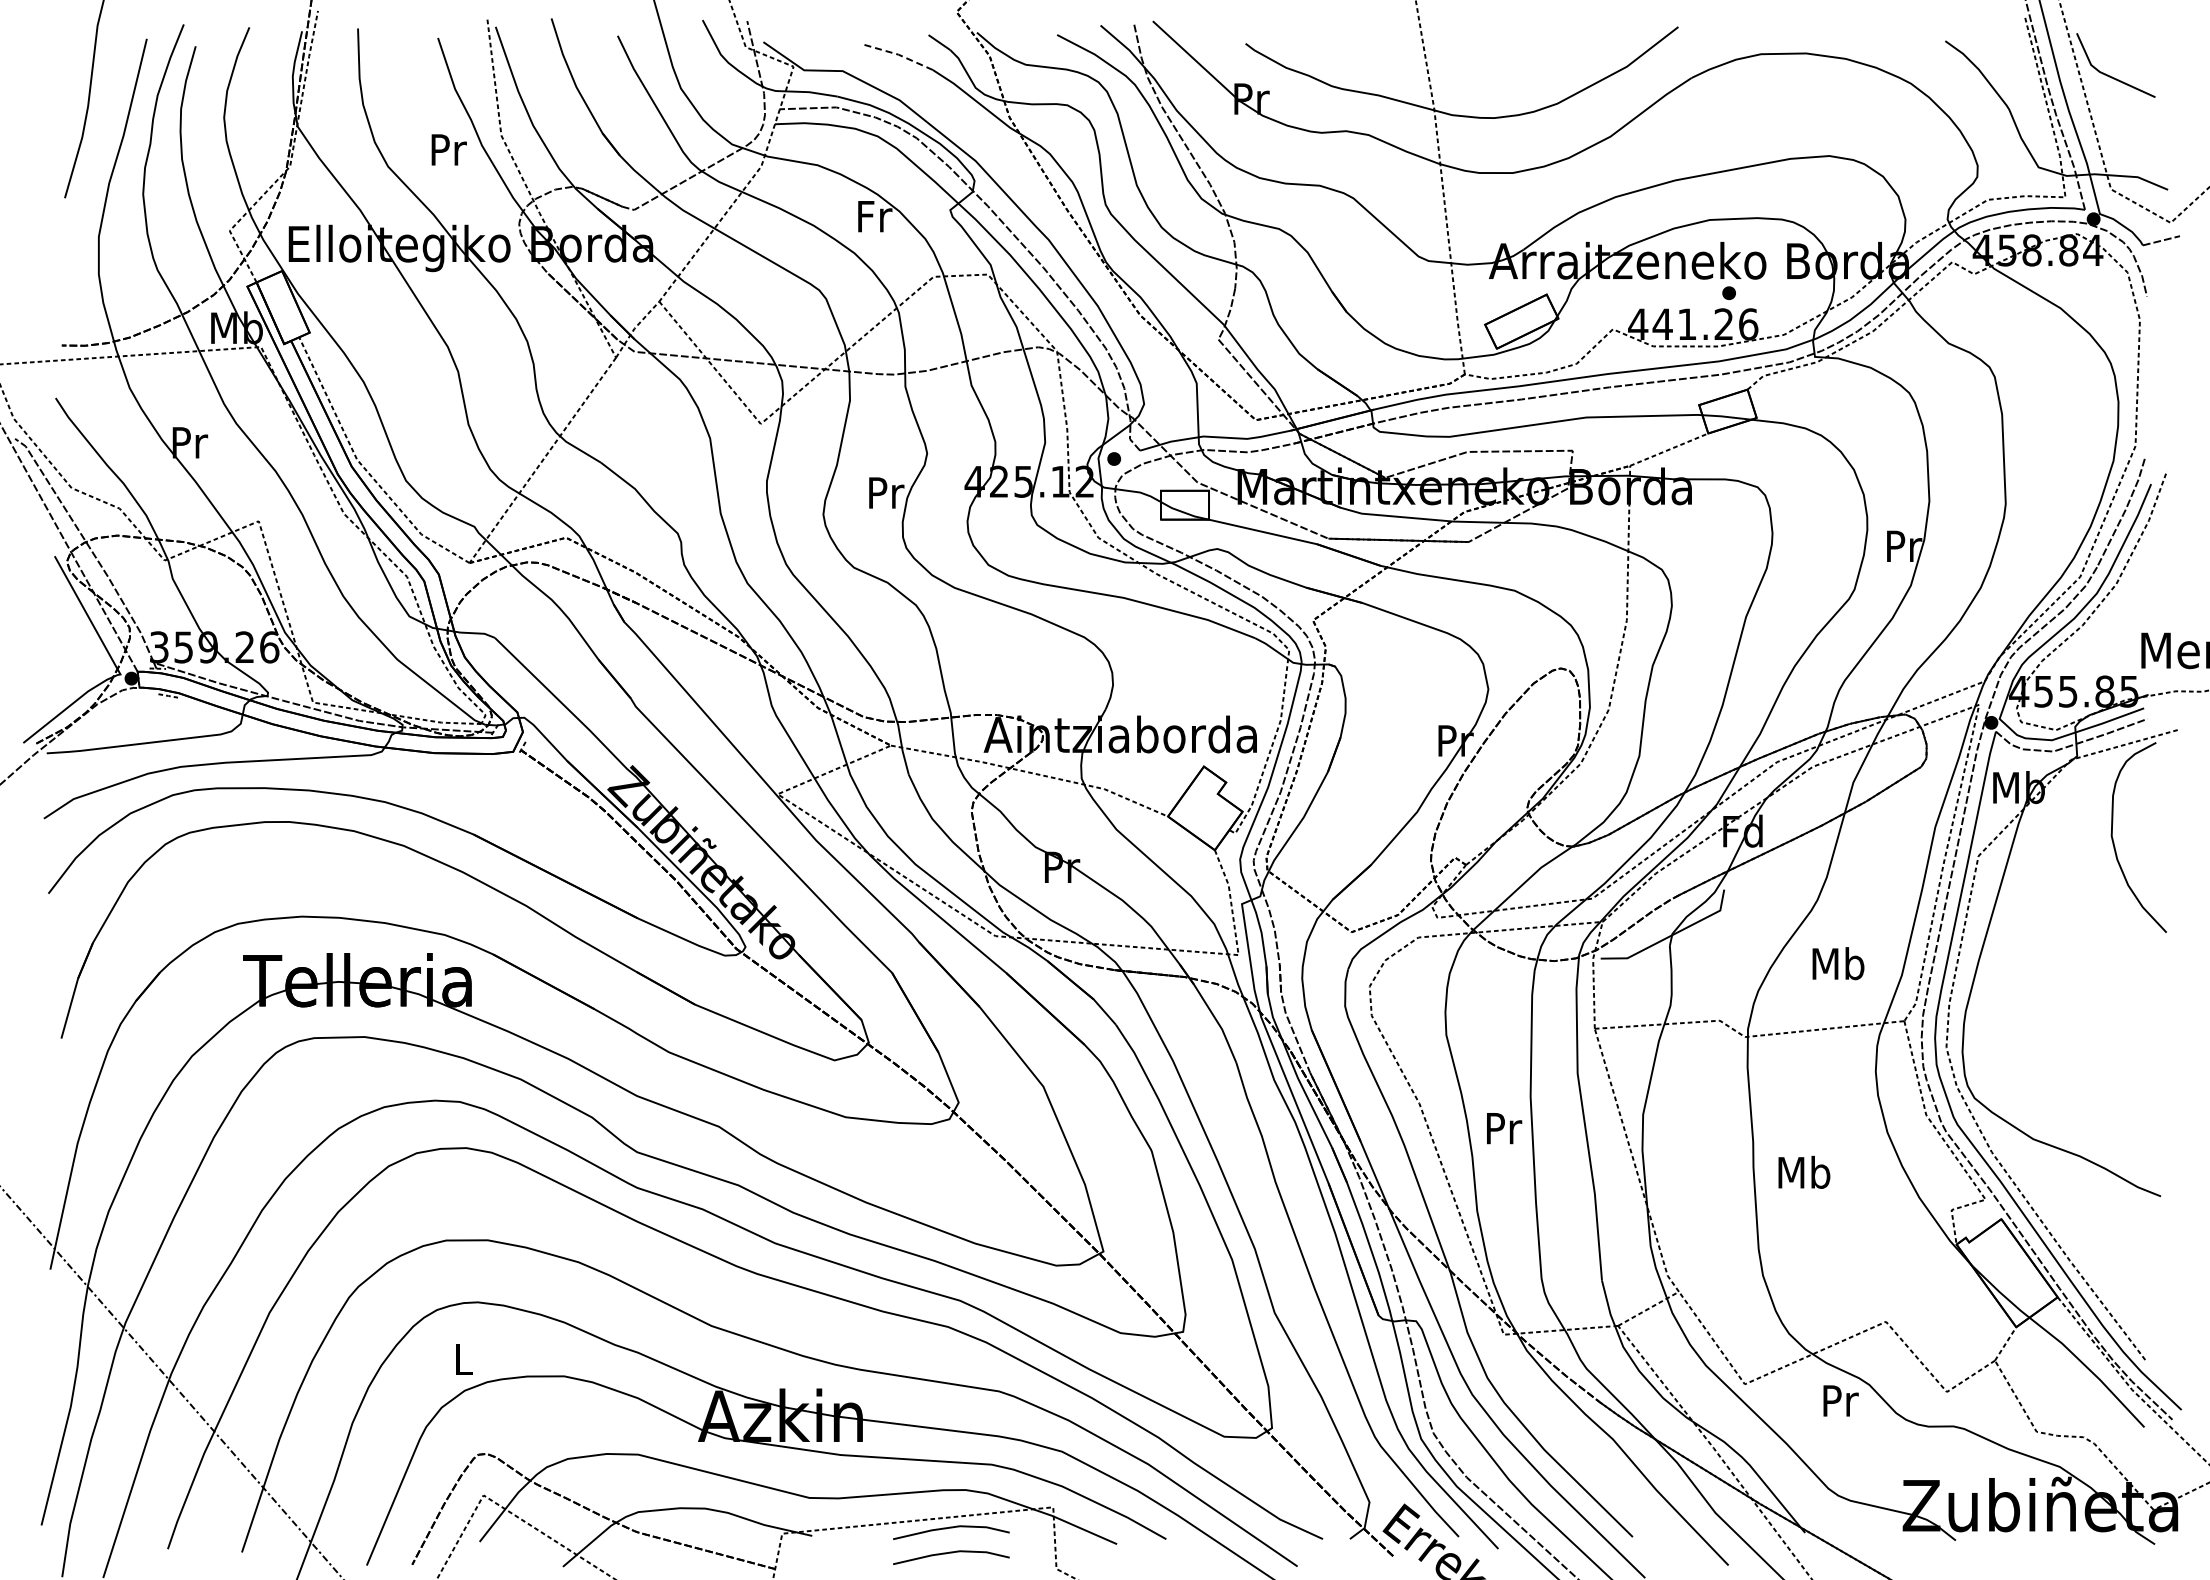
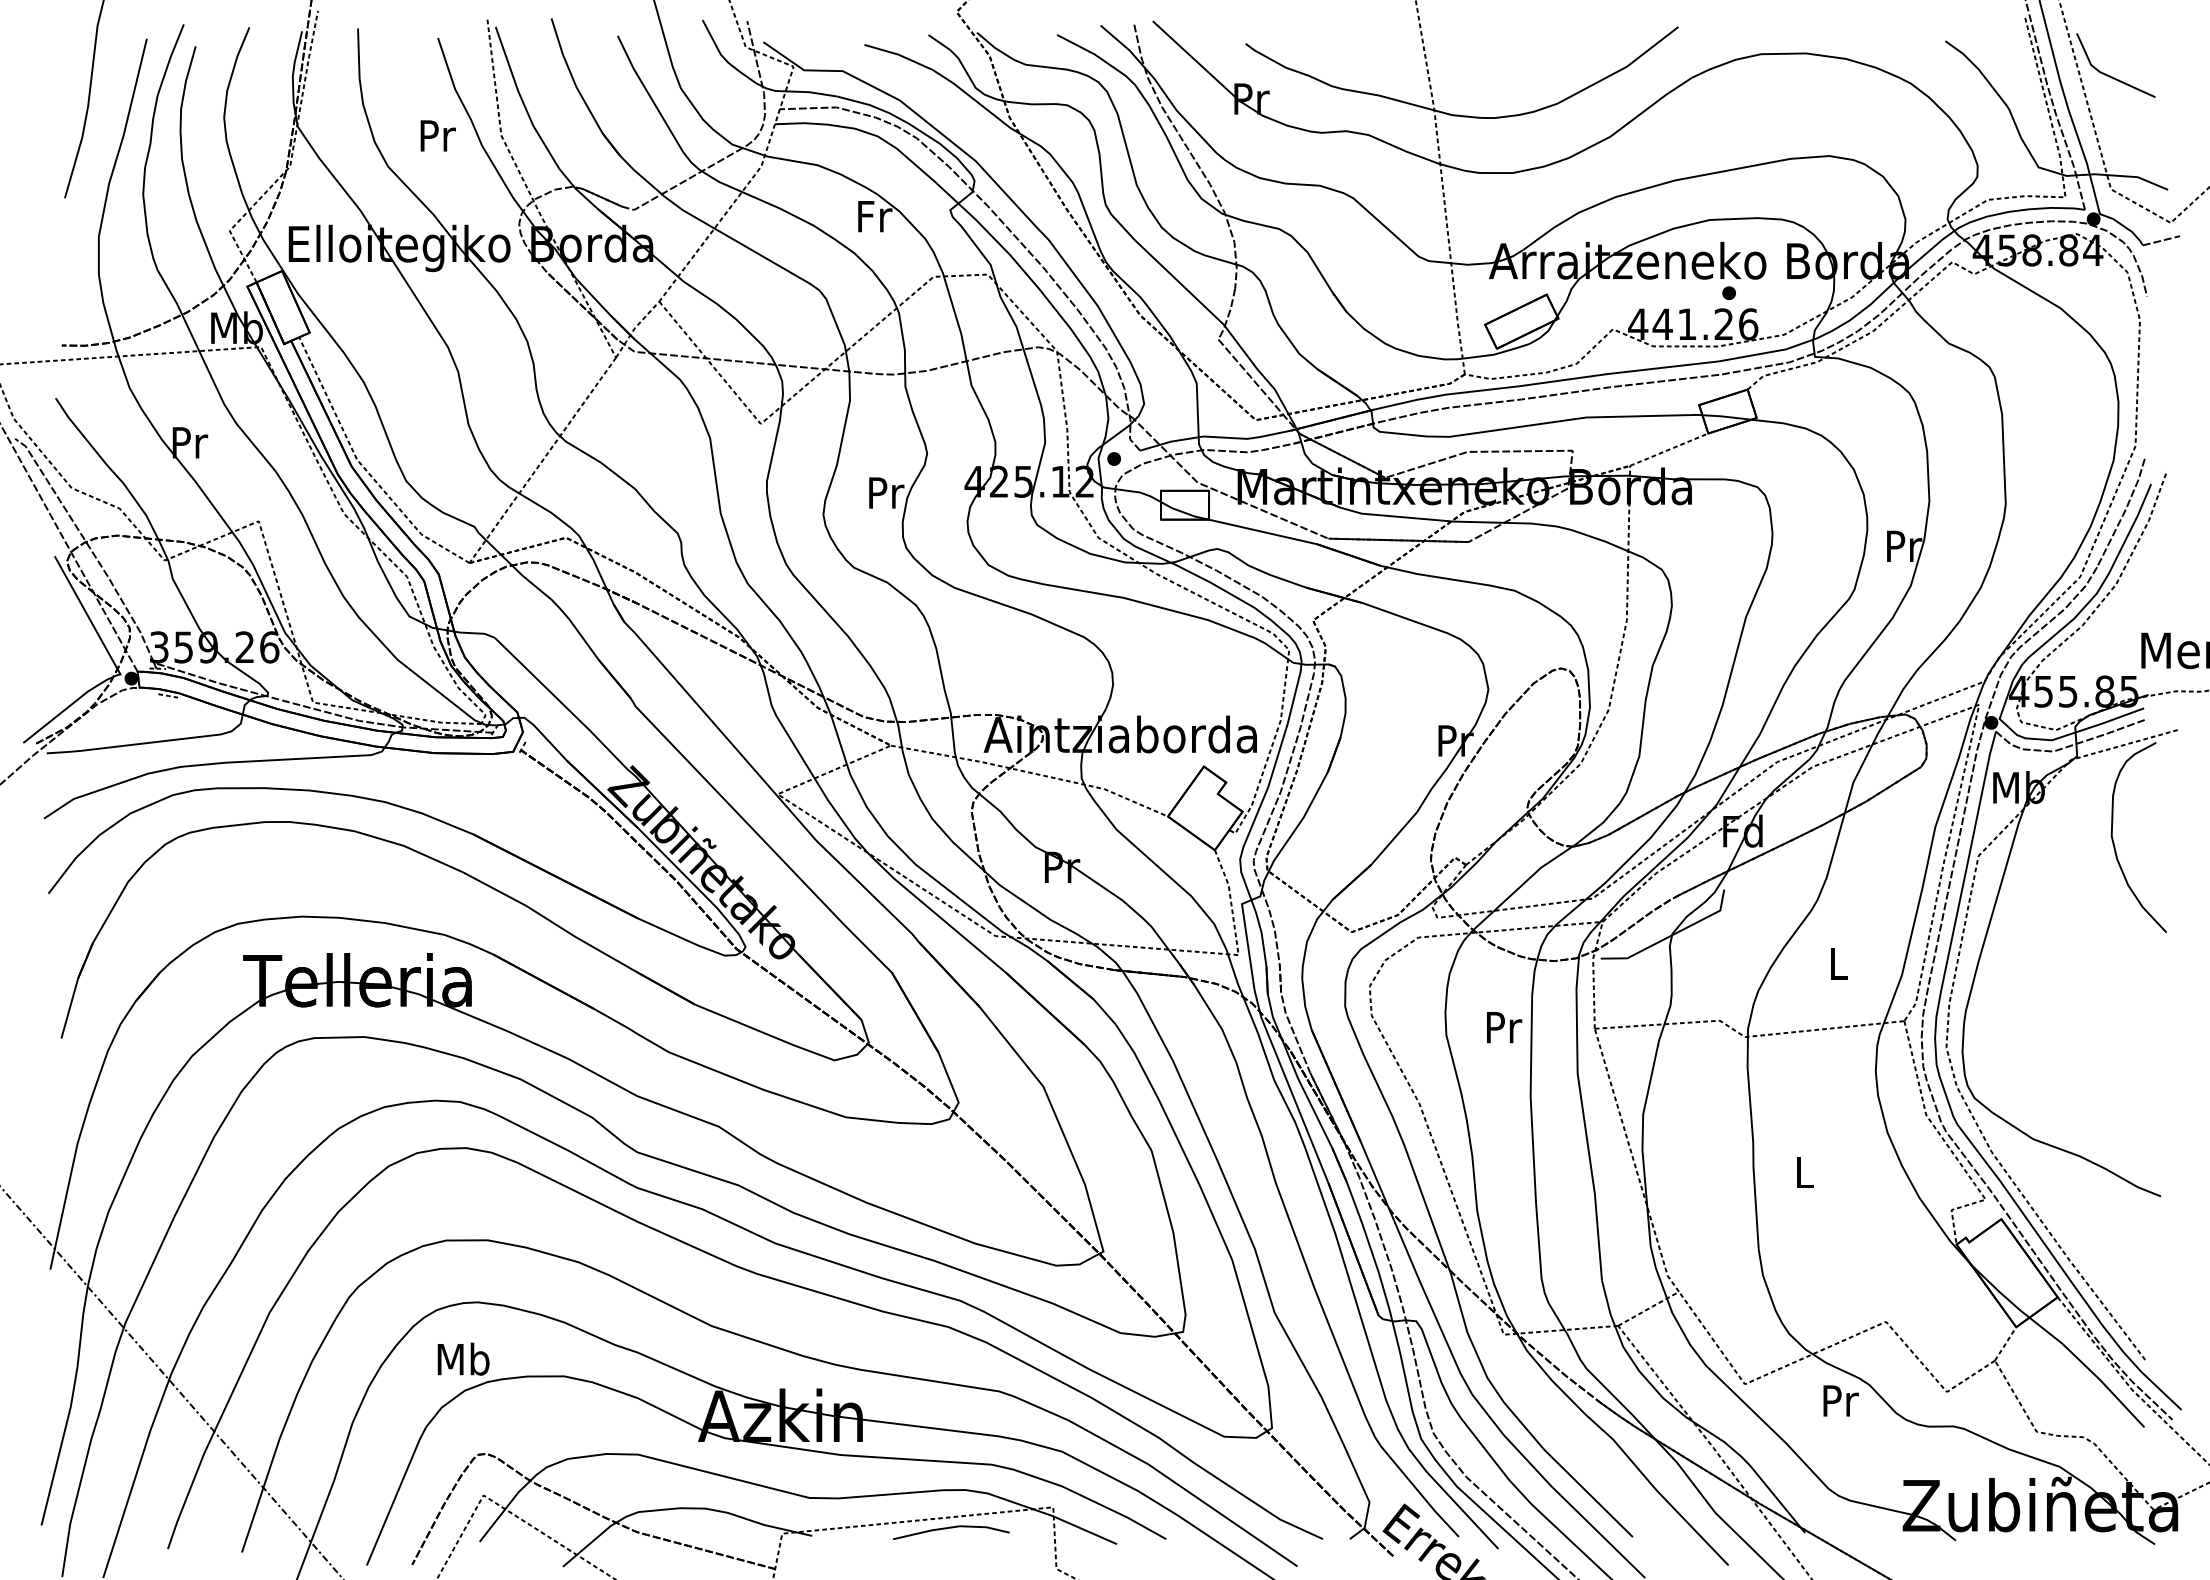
line at (899, 55): dashed -> solid
text at (448, 149) position: (448, 149) -> (437, 135)
text at (1838, 963): Mb -> L
text at (1504, 1128) position: (1504, 1128) -> (1504, 1027)
text at (1804, 1171): Mb -> L
text at (463, 1358): L -> Mb
line at (951, 1553): present -> none
